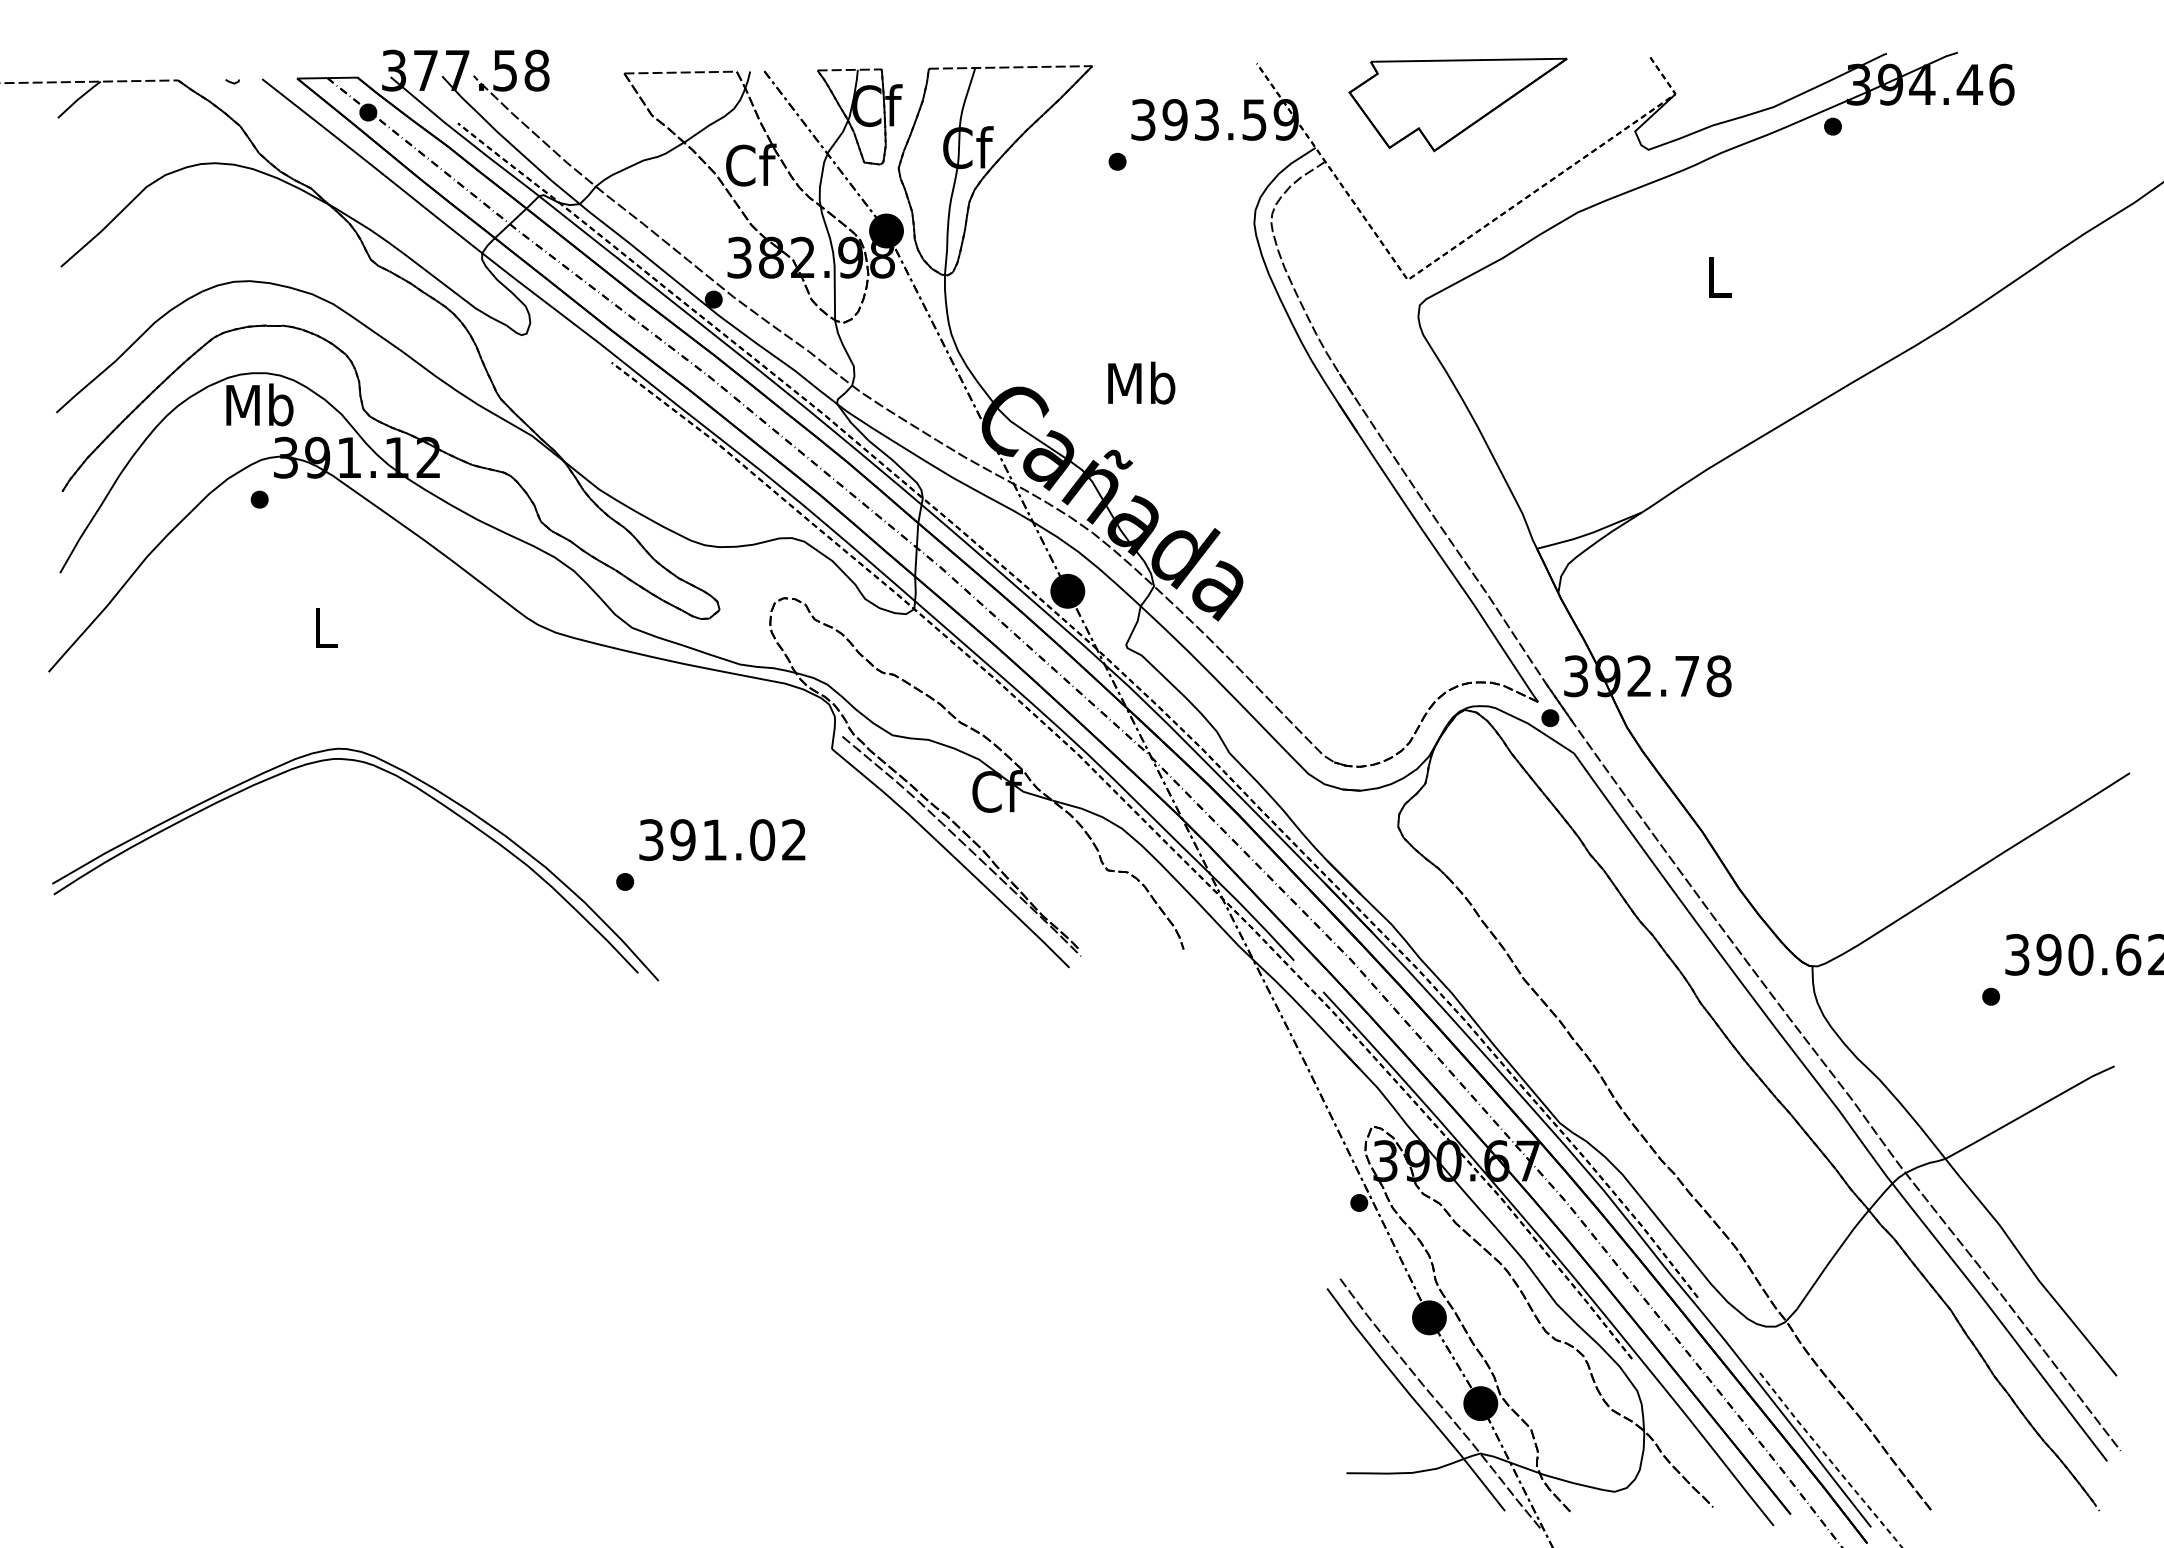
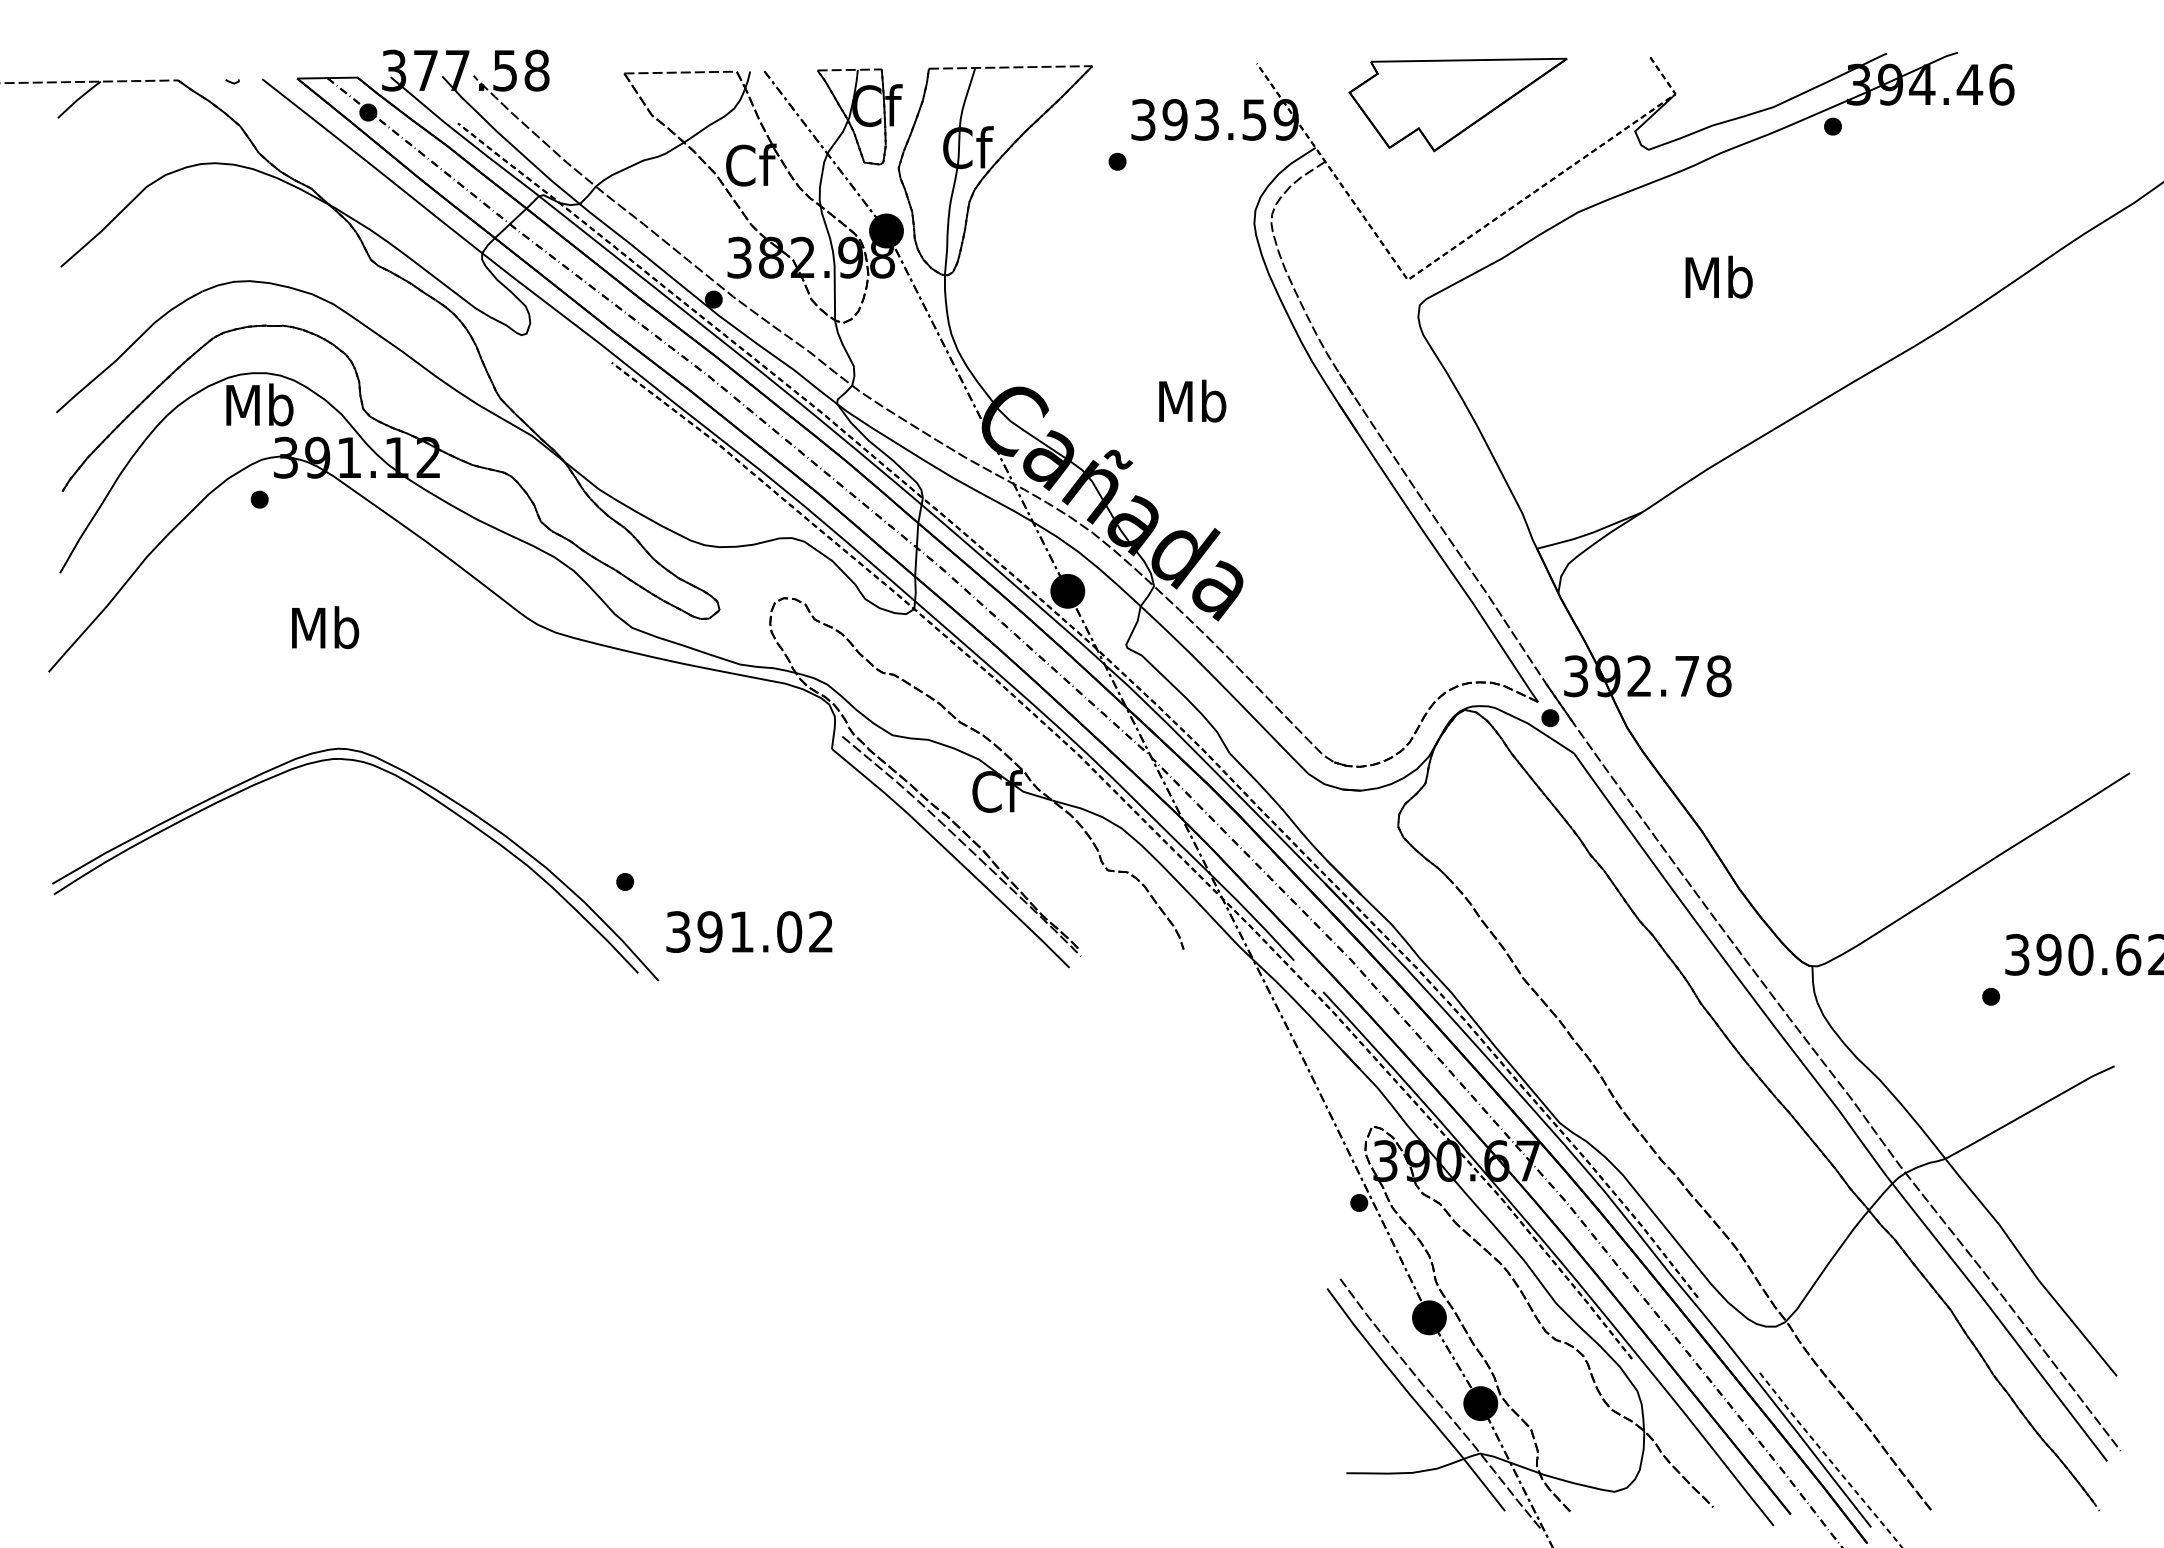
text at (1718, 276): L -> Mb
text at (1141, 382) position: (1141, 382) -> (1192, 400)
text at (325, 627): L -> Mb
text at (722, 839) position: (722, 839) -> (749, 931)
